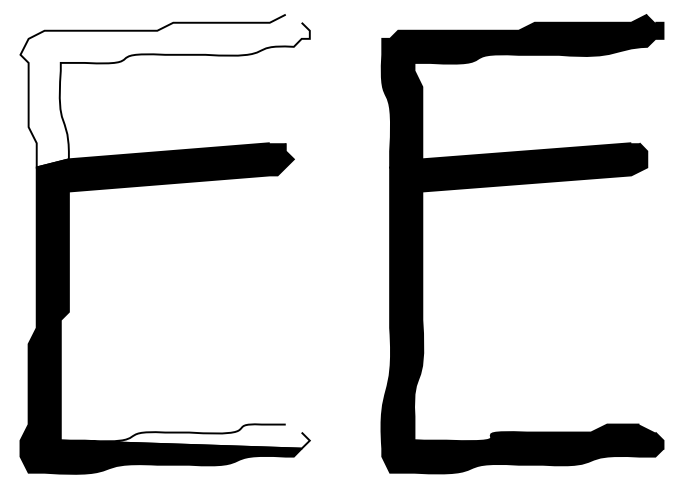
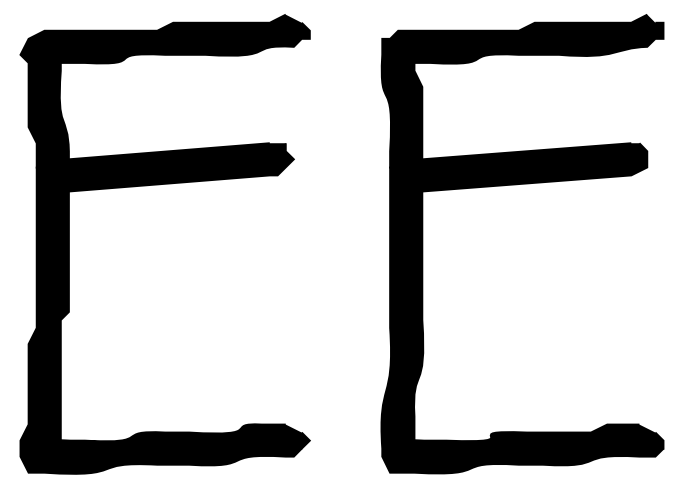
fill at (164, 90): none -> present
fill at (184, 436): none -> present
